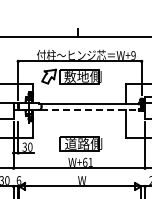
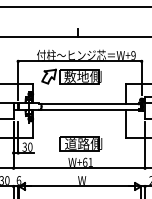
line at (75, 6): none -> present
line at (89, 109): dashed -> solid
